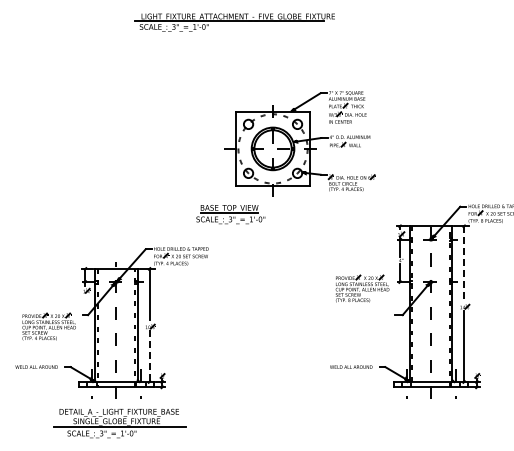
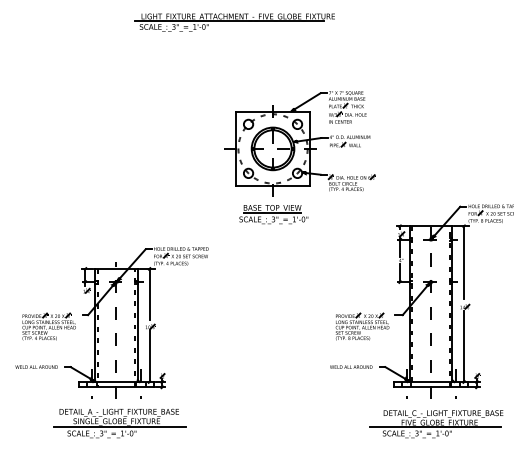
part at (230, 214) position: (230, 214) -> (273, 214)
line at (464, 262): dashed -> solid
part at (362, 288) position: (362, 288) -> (362, 326)
line at (149, 356): dashed -> solid
part at (436, 424): none -> present
